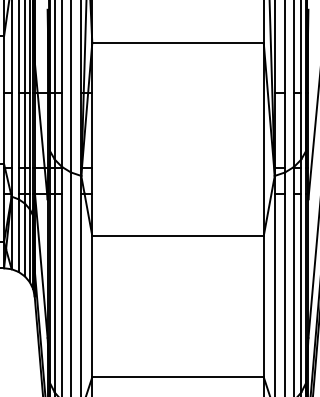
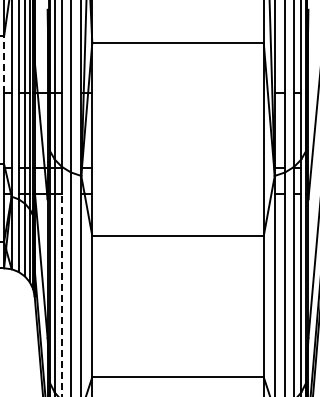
line at (4, 64): solid -> dashed
line at (61, 295): solid -> dashed
